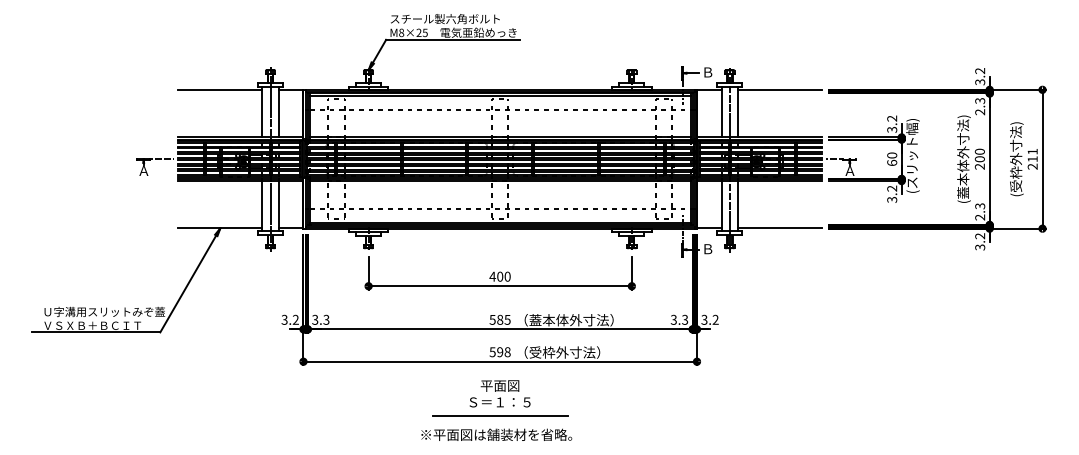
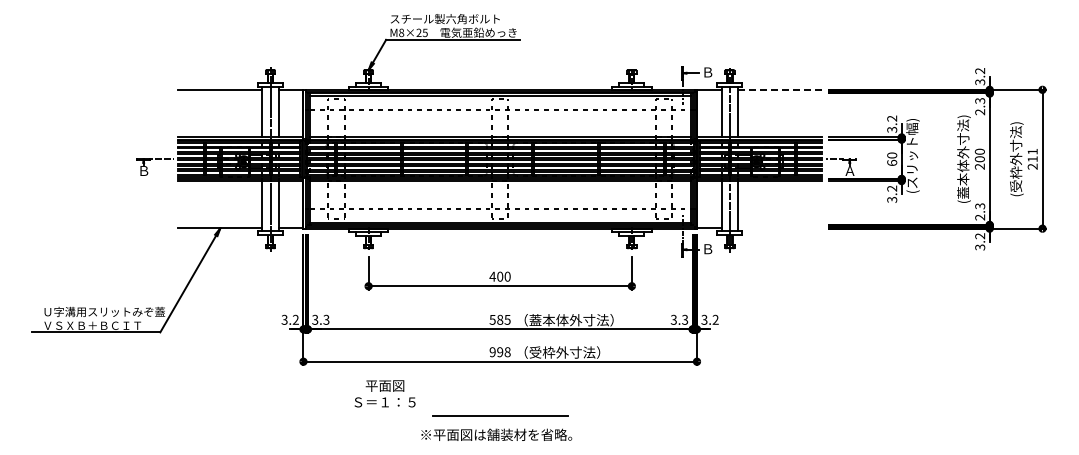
line at (780, 90): solid -> dashed
text at (143, 170): Ａ -> Ｂ
line at (780, 228): present -> none
text at (492, 352): 598 -> 998
text at (499, 393) position: (499, 393) -> (384, 393)
